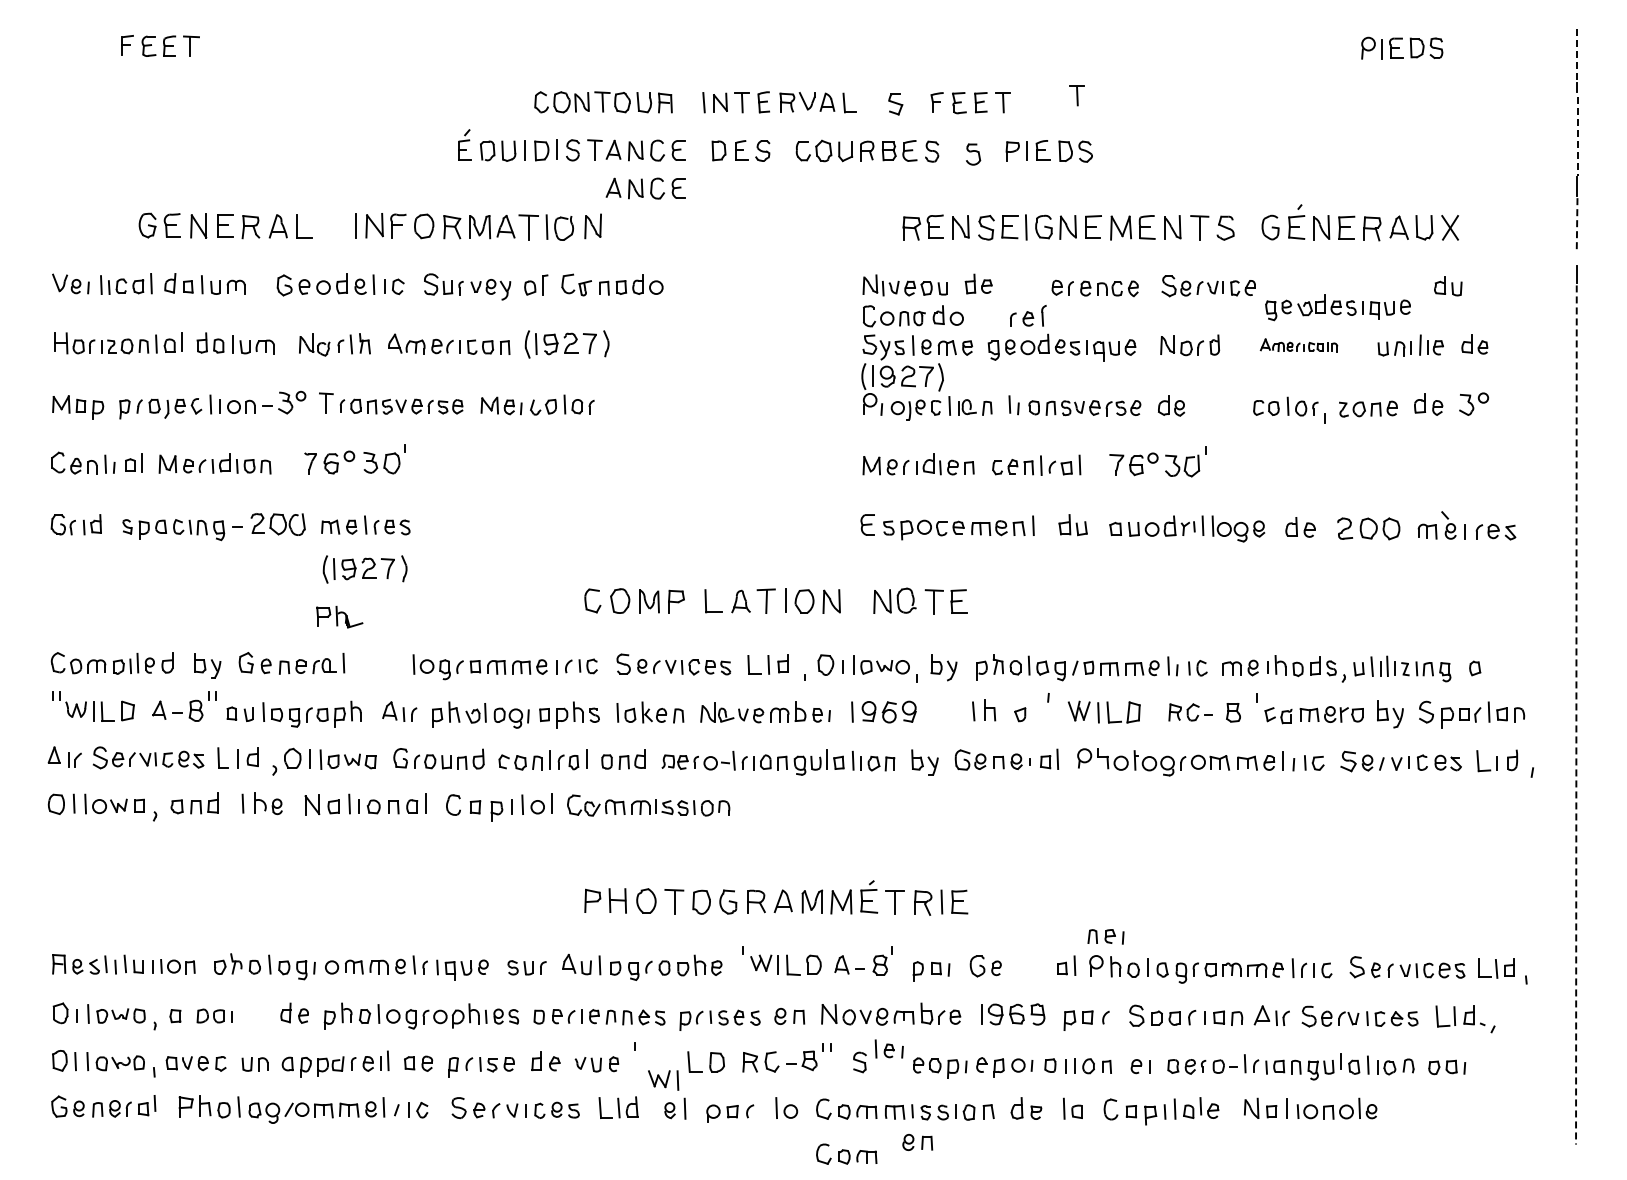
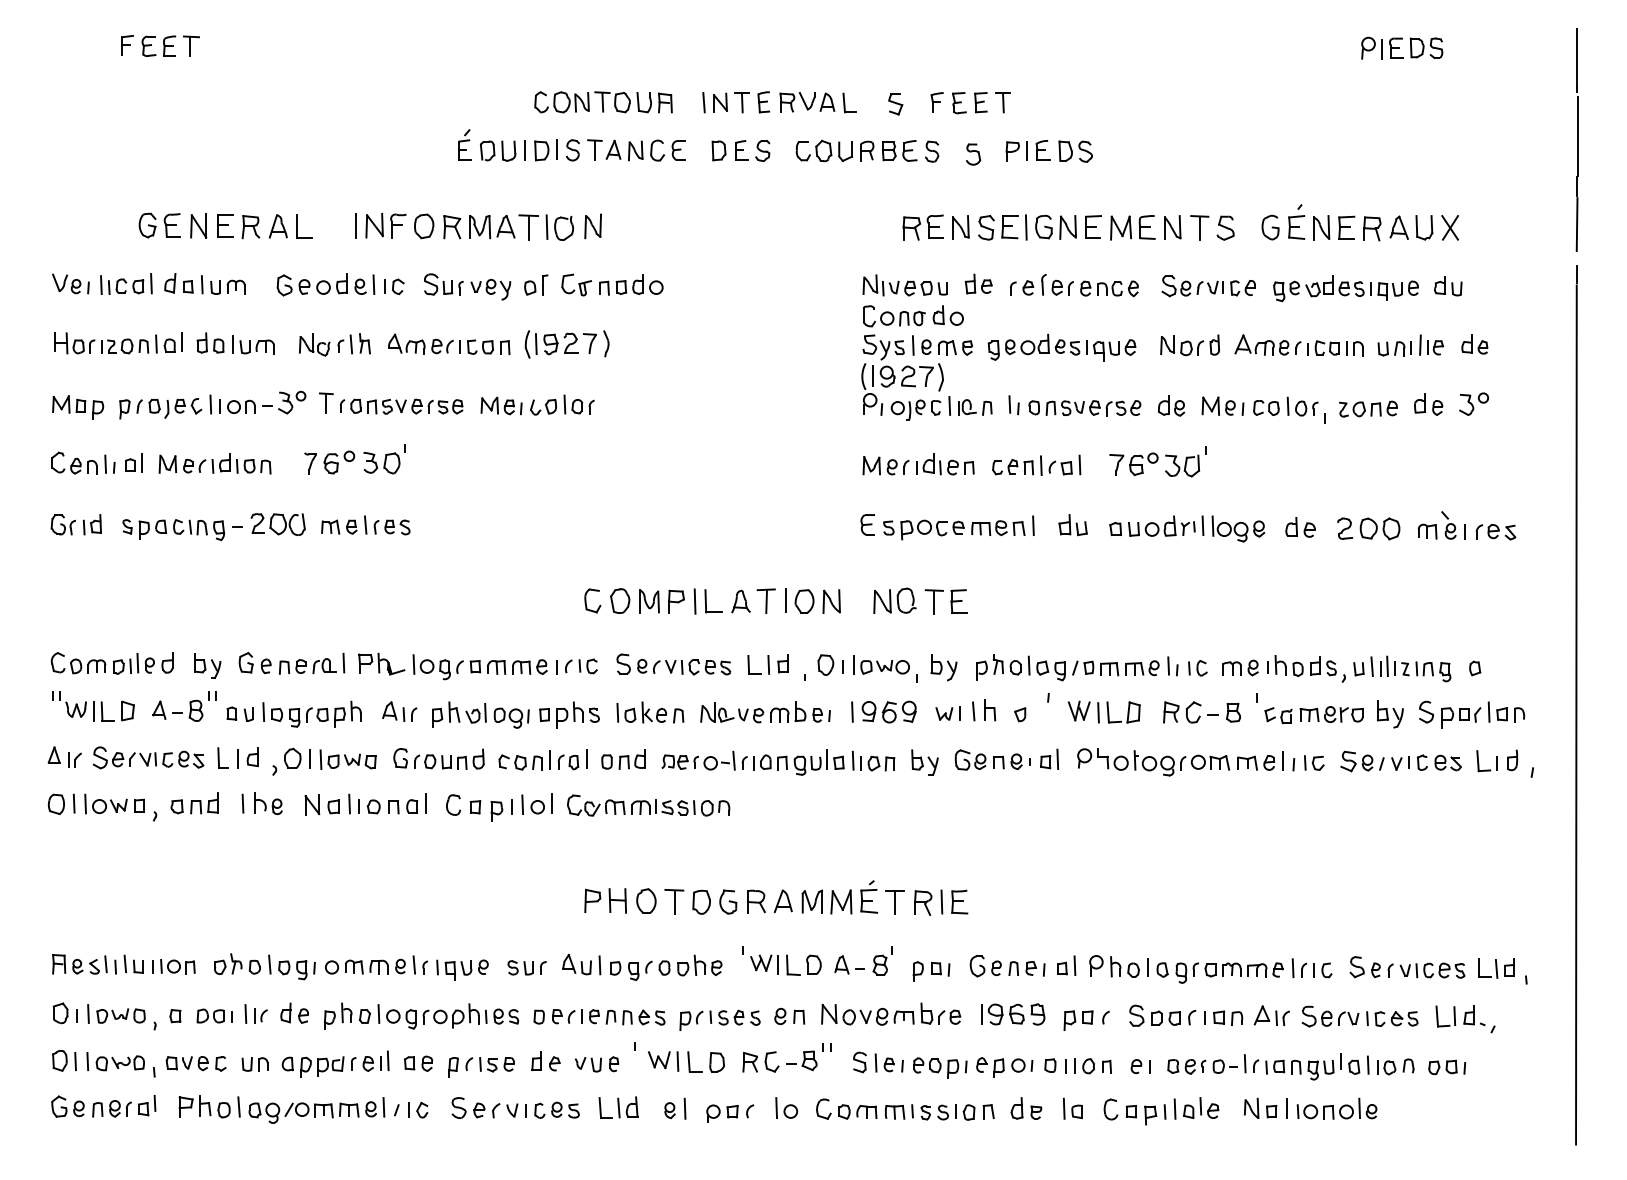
line at (1577, 55): dashed -> solid
part at (1076, 95): present -> none
line at (1578, 137): dashed -> solid
part at (645, 188): present -> none
line at (1577, 225): dashed -> solid
part at (1337, 307) position: (1337, 307) -> (1345, 288)
part at (1028, 315) position: (1028, 315) -> (1028, 284)
part at (1298, 345) size: 80x15 px -> 130x23 px
part at (1222, 405): none -> present
part at (364, 569): present -> none
line at (694, 601): none -> present
part at (339, 616) position: (339, 616) -> (381, 663)
part at (1190, 712) size: 45x19 px -> 56x23 px
part at (947, 713): none -> present
line at (1576, 715): dashed -> solid
part at (1105, 936) position: (1105, 936) -> (1026, 968)
part at (255, 1013): none -> present
part at (888, 1048) position: (888, 1048) -> (888, 1062)
part at (663, 1080) position: (663, 1080) -> (663, 1061)
part at (917, 1142): present -> none
part at (846, 1153): present -> none
